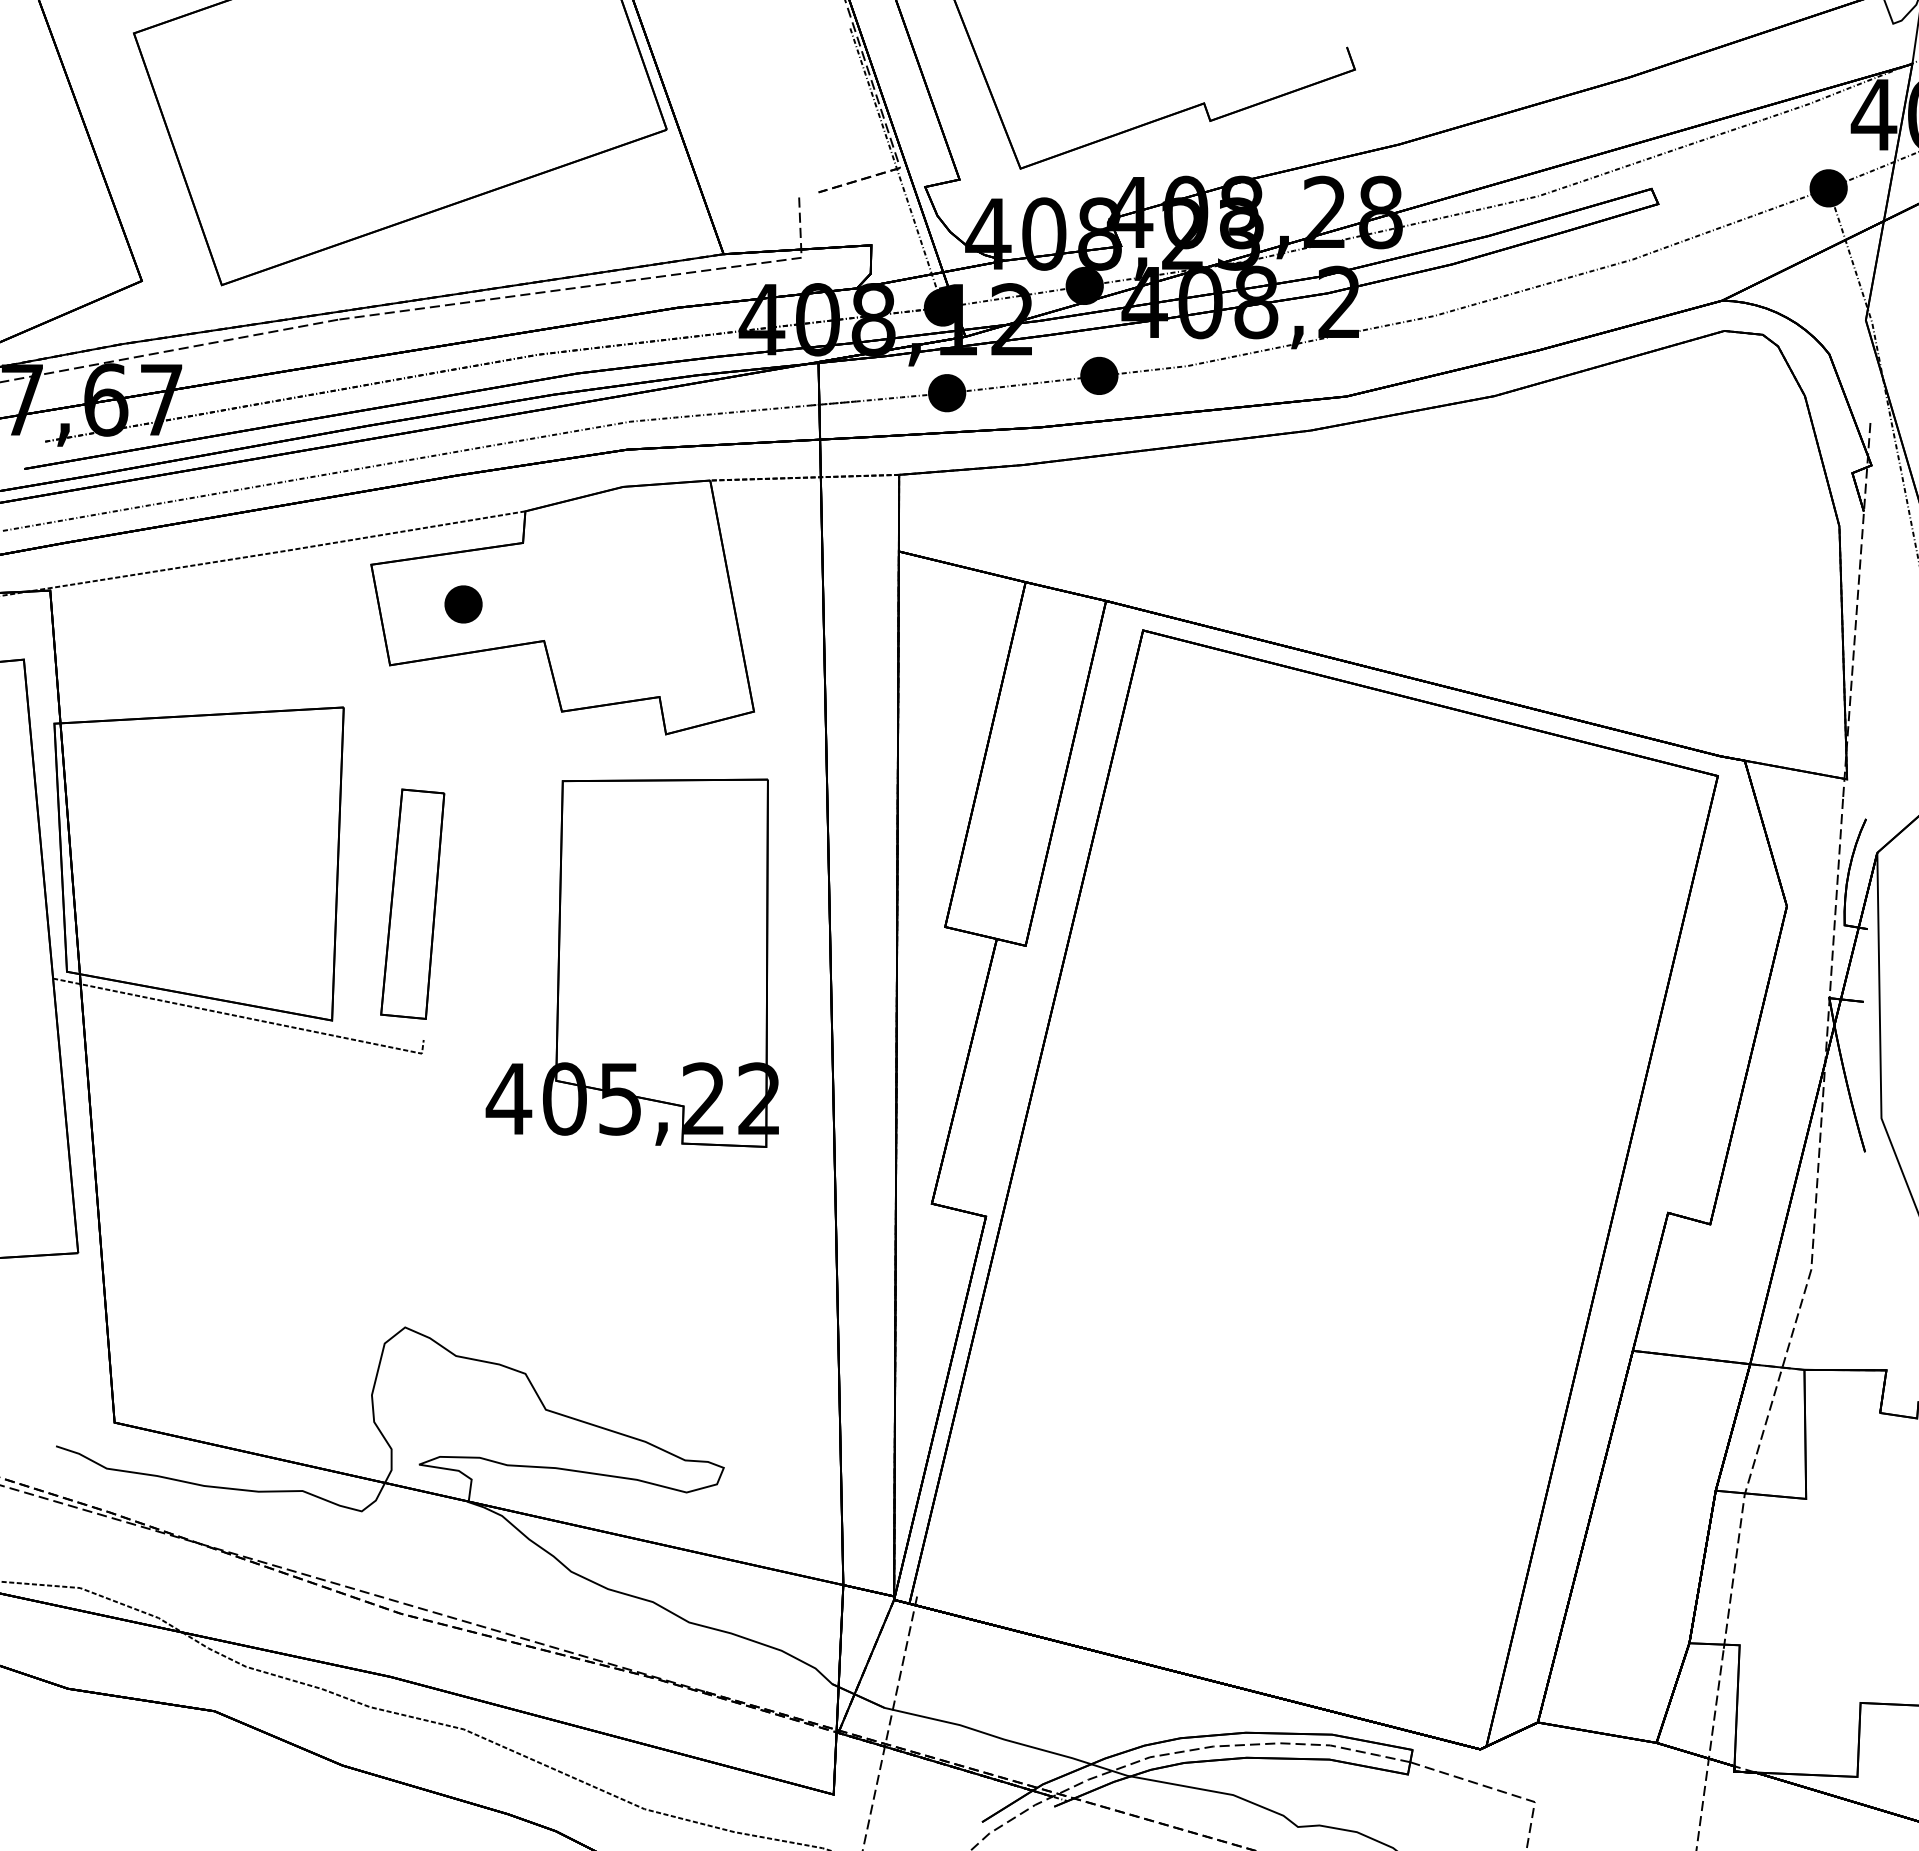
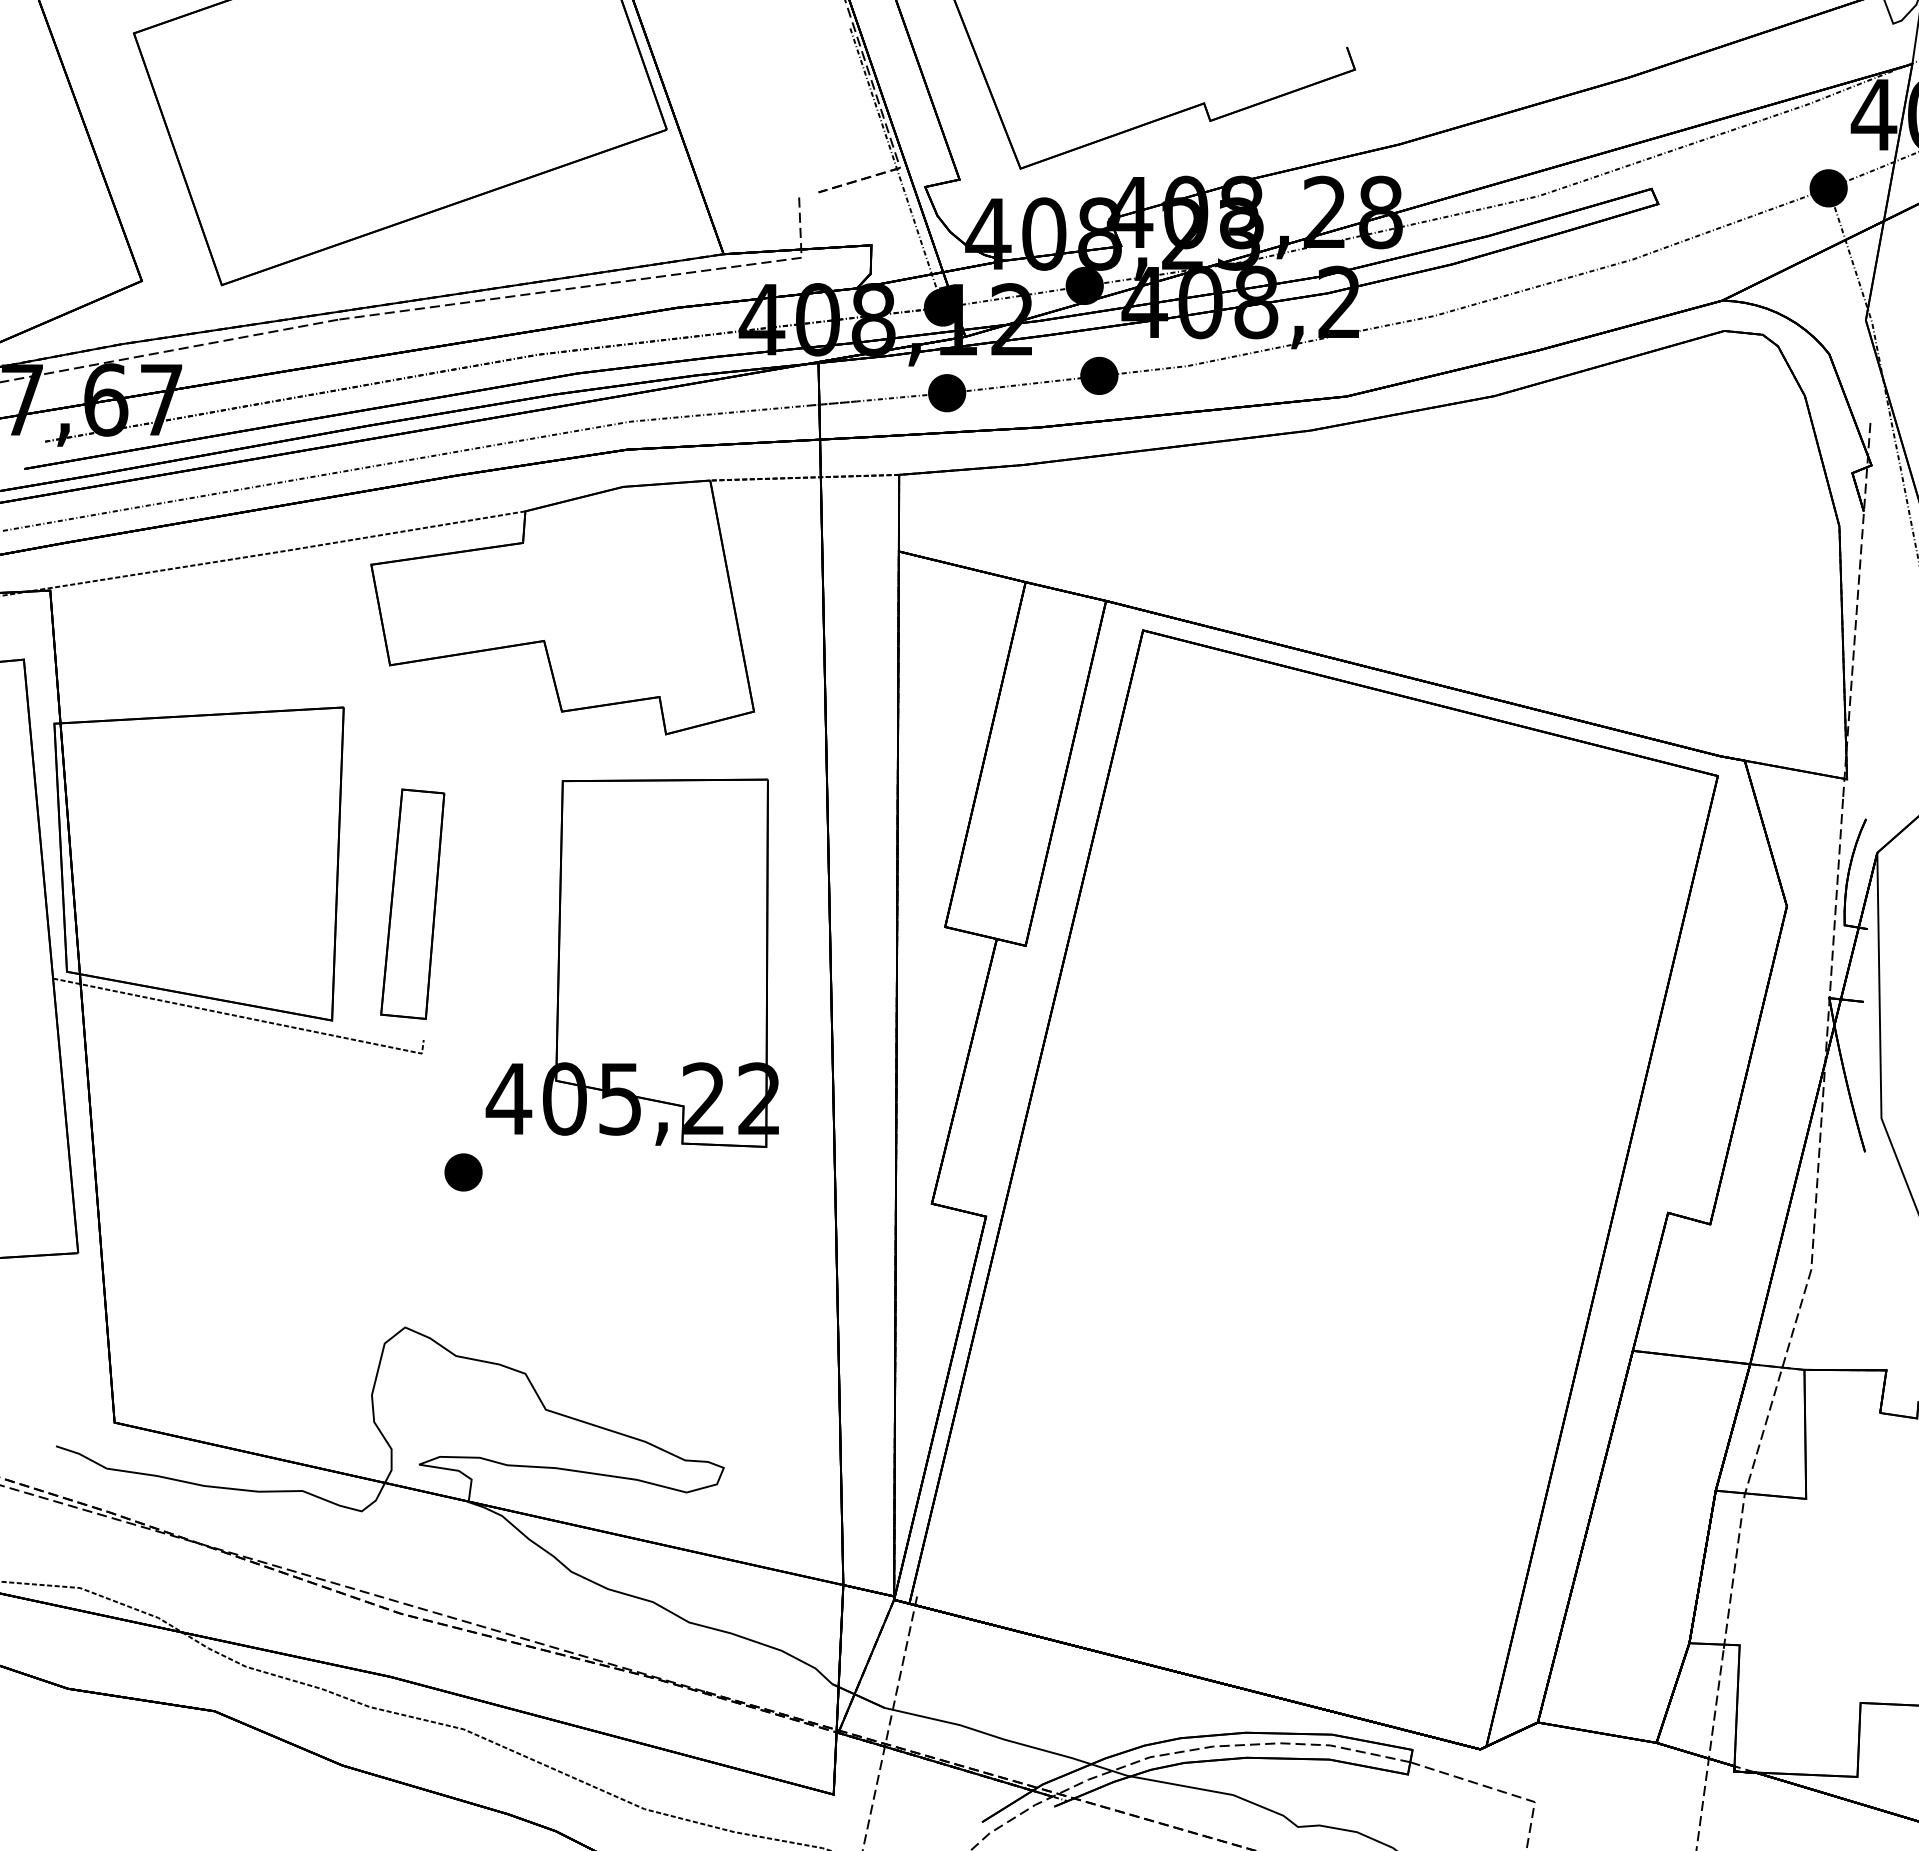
part at (463, 604) position: (463, 604) -> (463, 1172)
